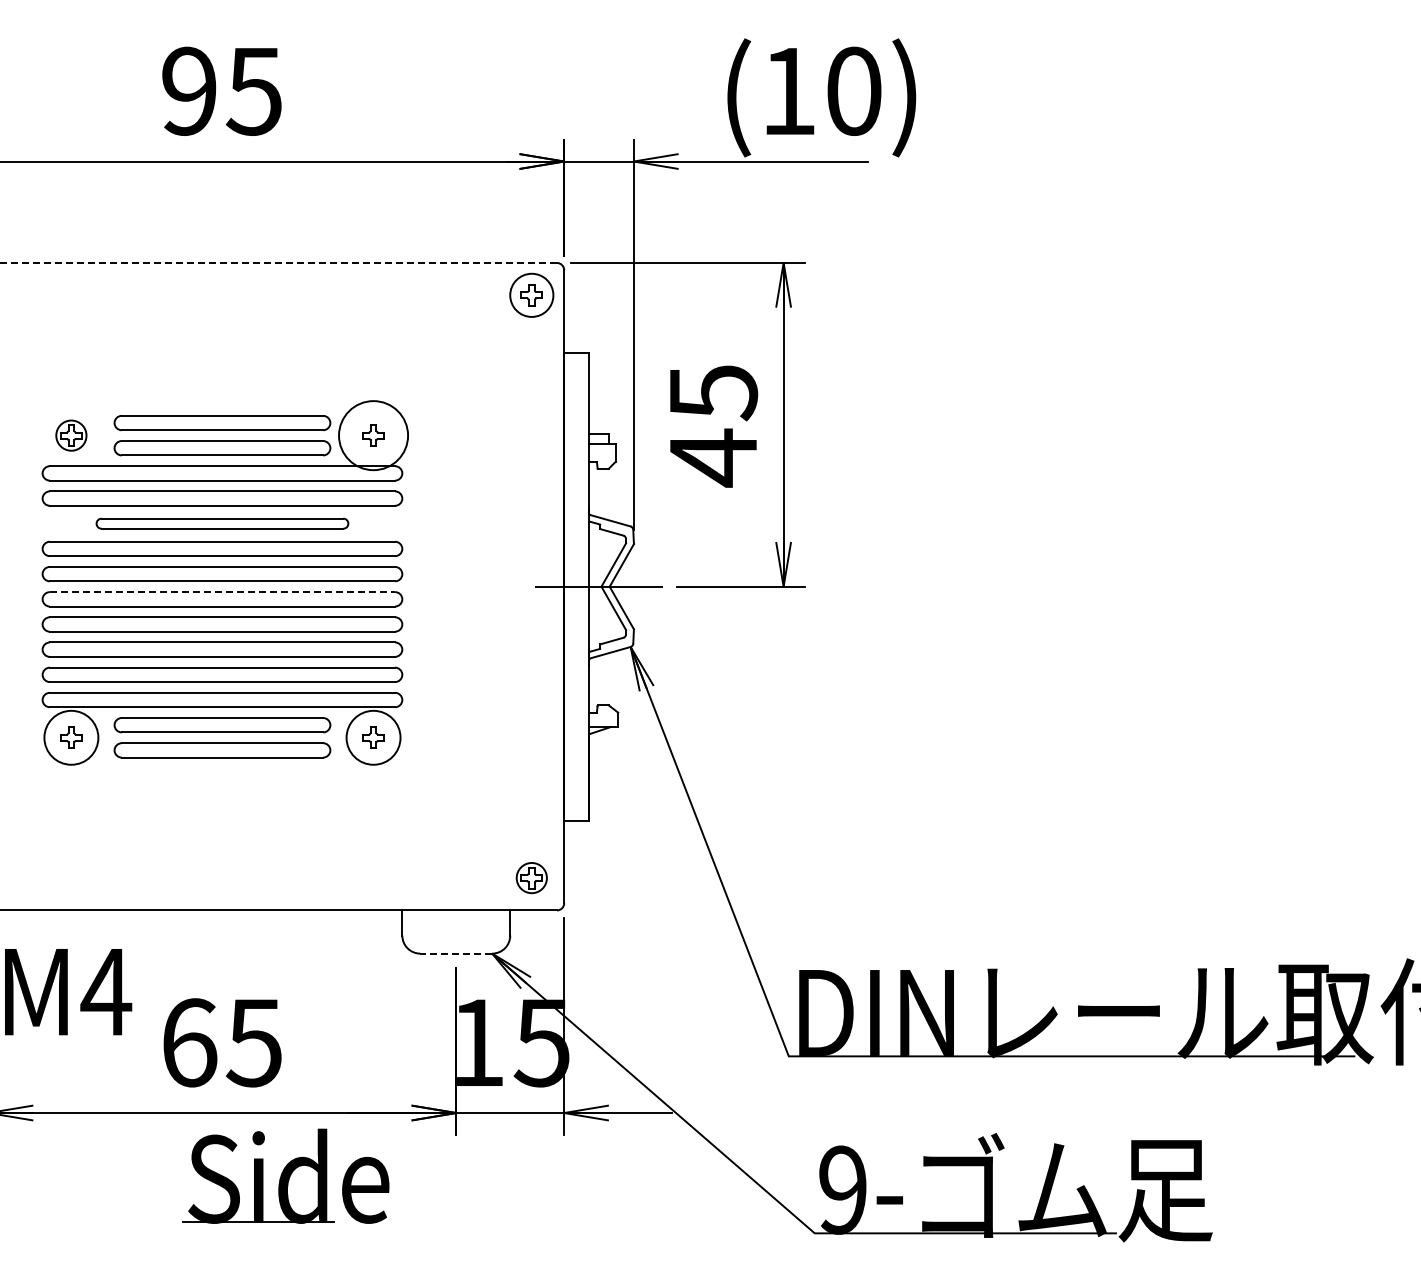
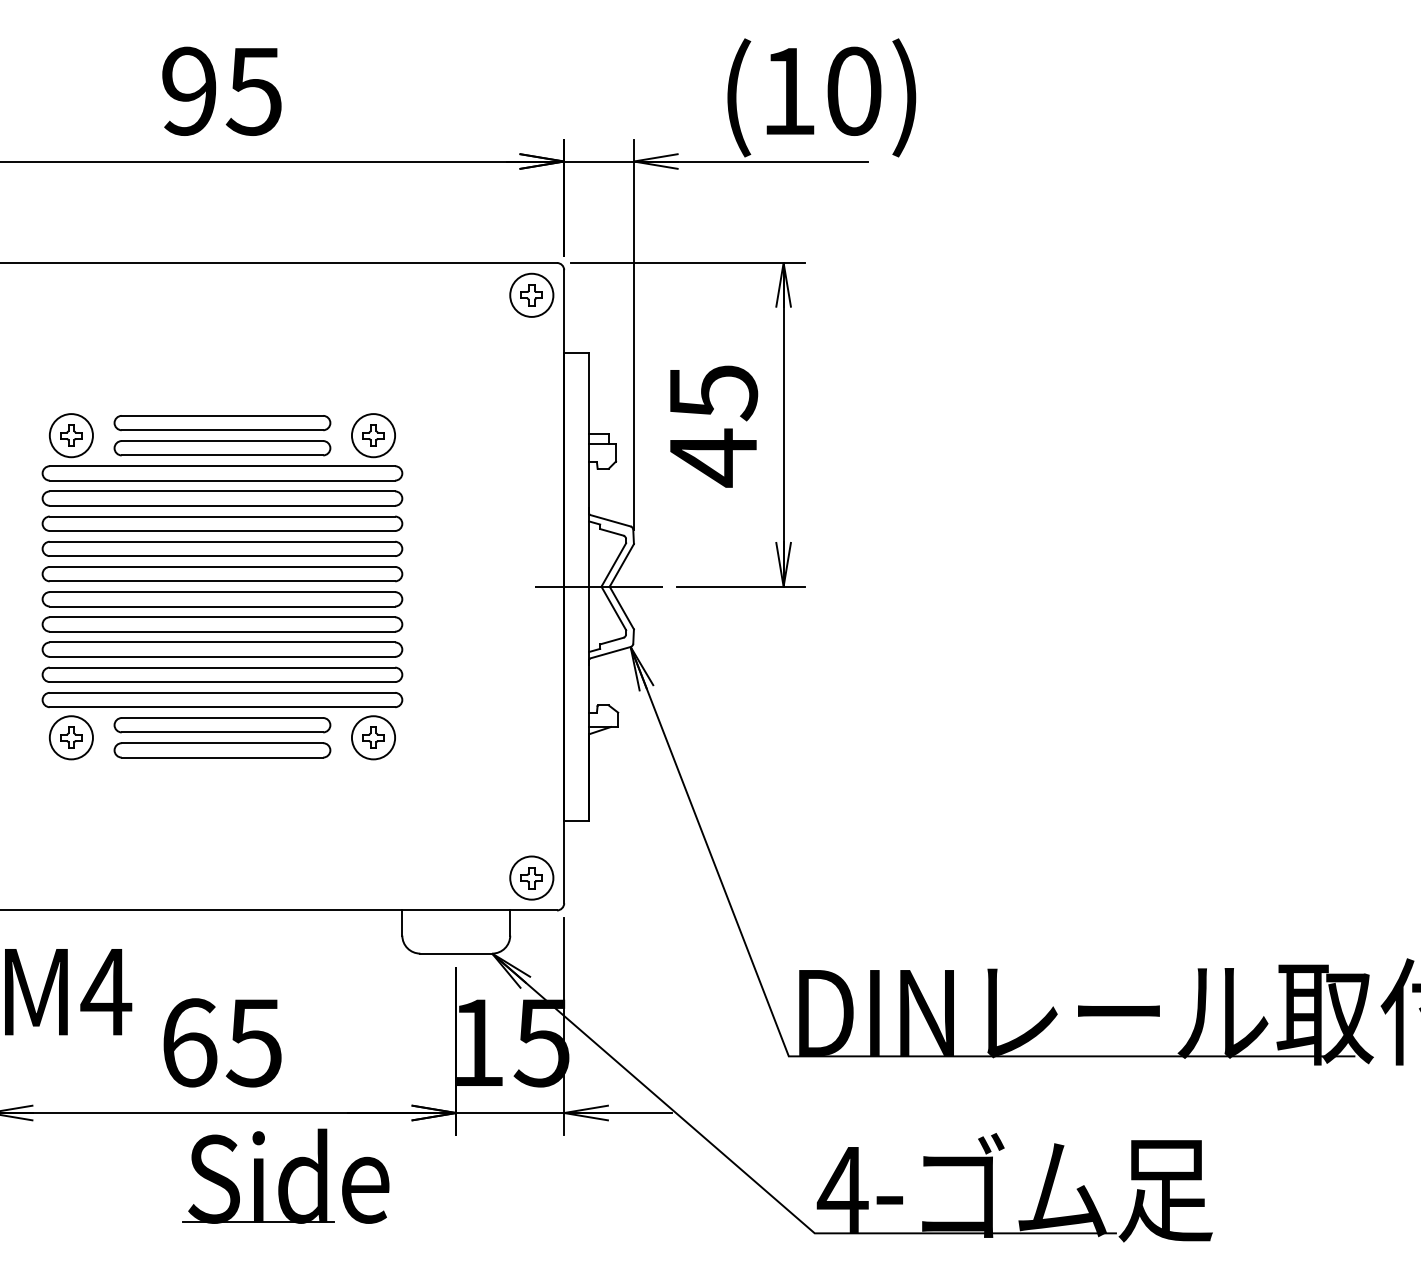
line at (278, 262): dashed -> solid
circle at (71, 435) diameter: 30 px -> 43 px
circle at (373, 435) diameter: 69 px -> 43 px
part at (222, 523) size: 255x13 px -> 363x17 px
line at (222, 592): dashed -> solid
circle at (71, 737) diameter: 54 px -> 43 px
circle at (373, 737) diameter: 54 px -> 43 px
circle at (531, 877) diameter: 30 px -> 43 px
line at (456, 953): dashed -> solid
text at (842, 1189): 9- -> 4-
